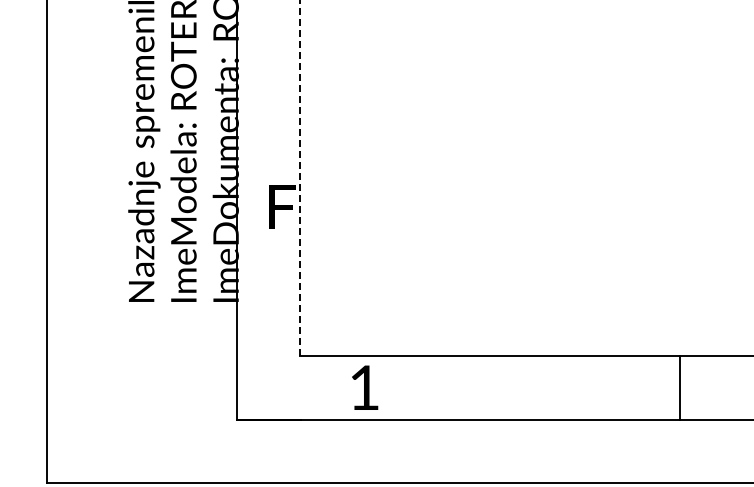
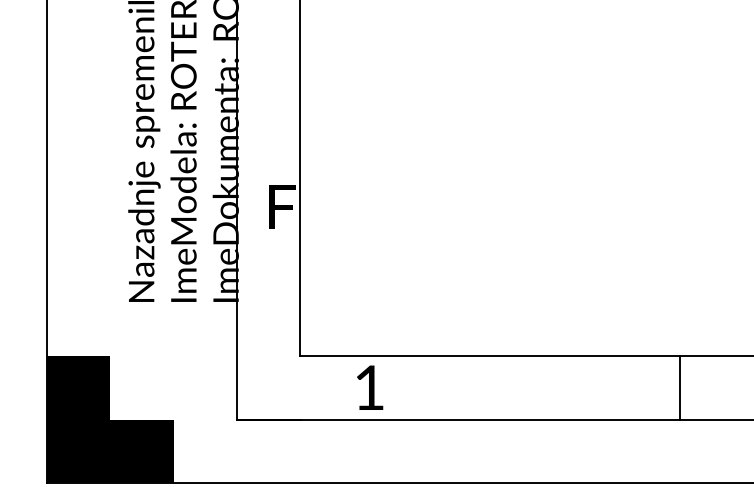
line at (300, 178): dashed -> solid
text at (365, 387) position: (365, 387) -> (370, 387)
fill at (109, 419): none -> present
